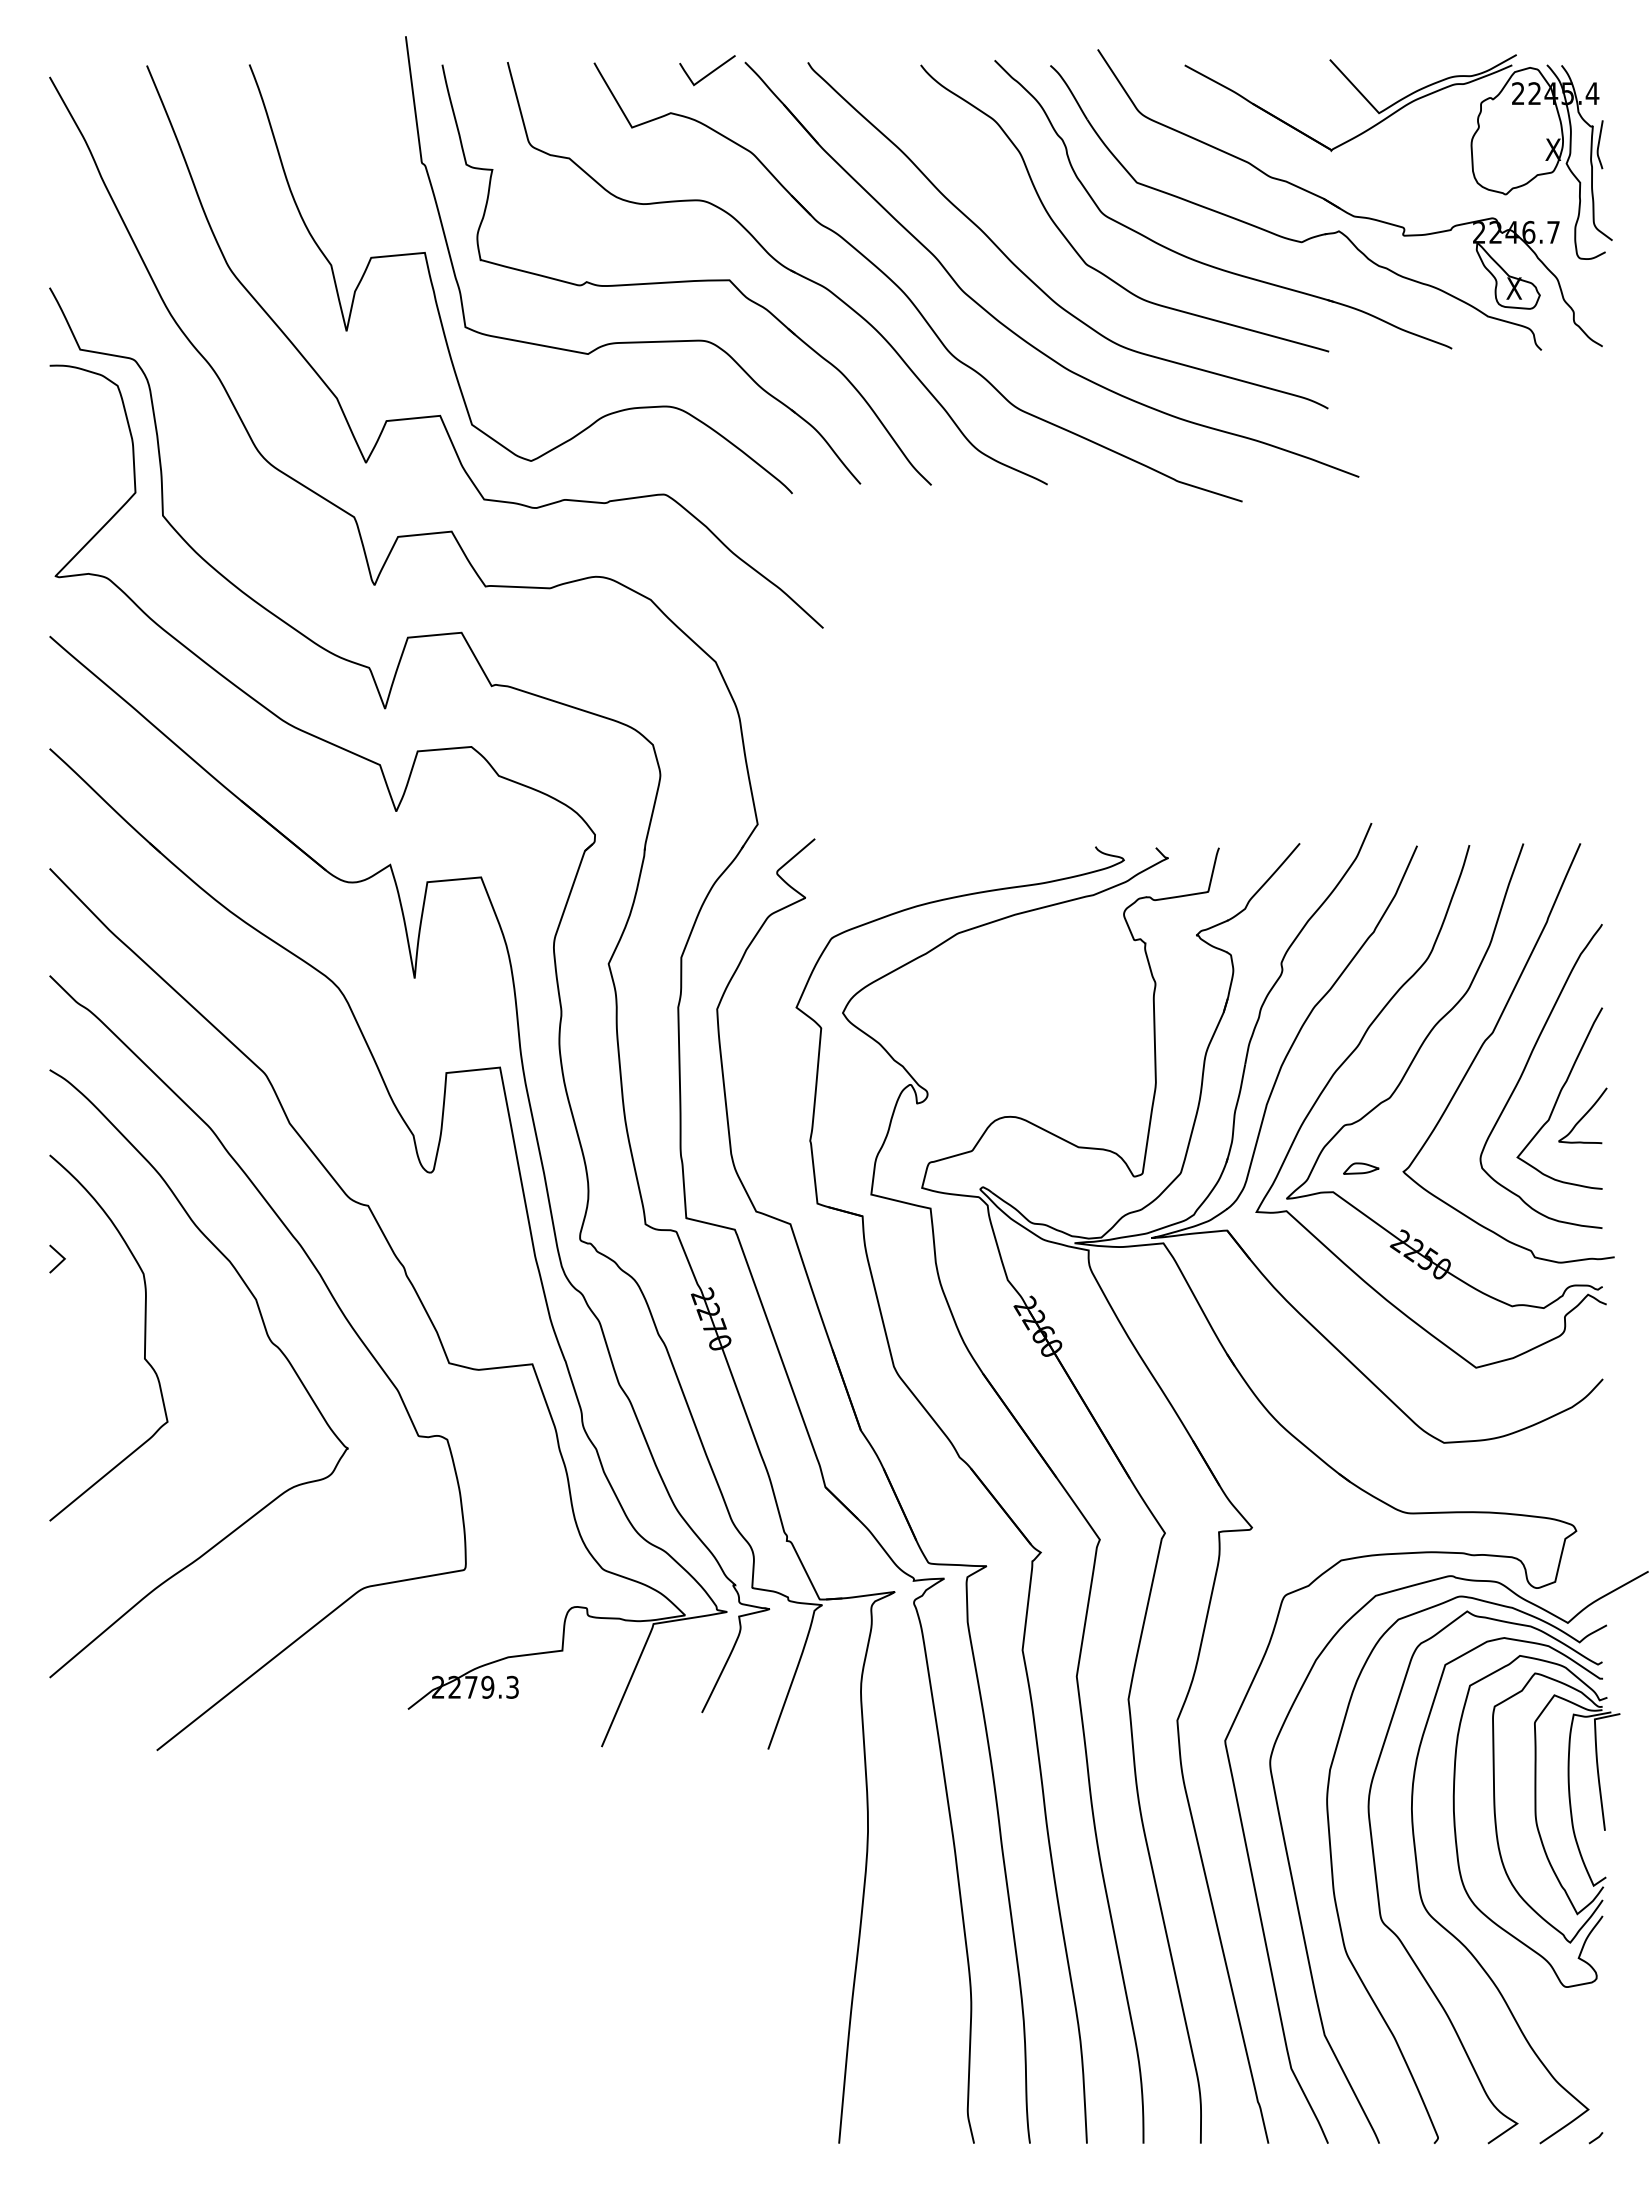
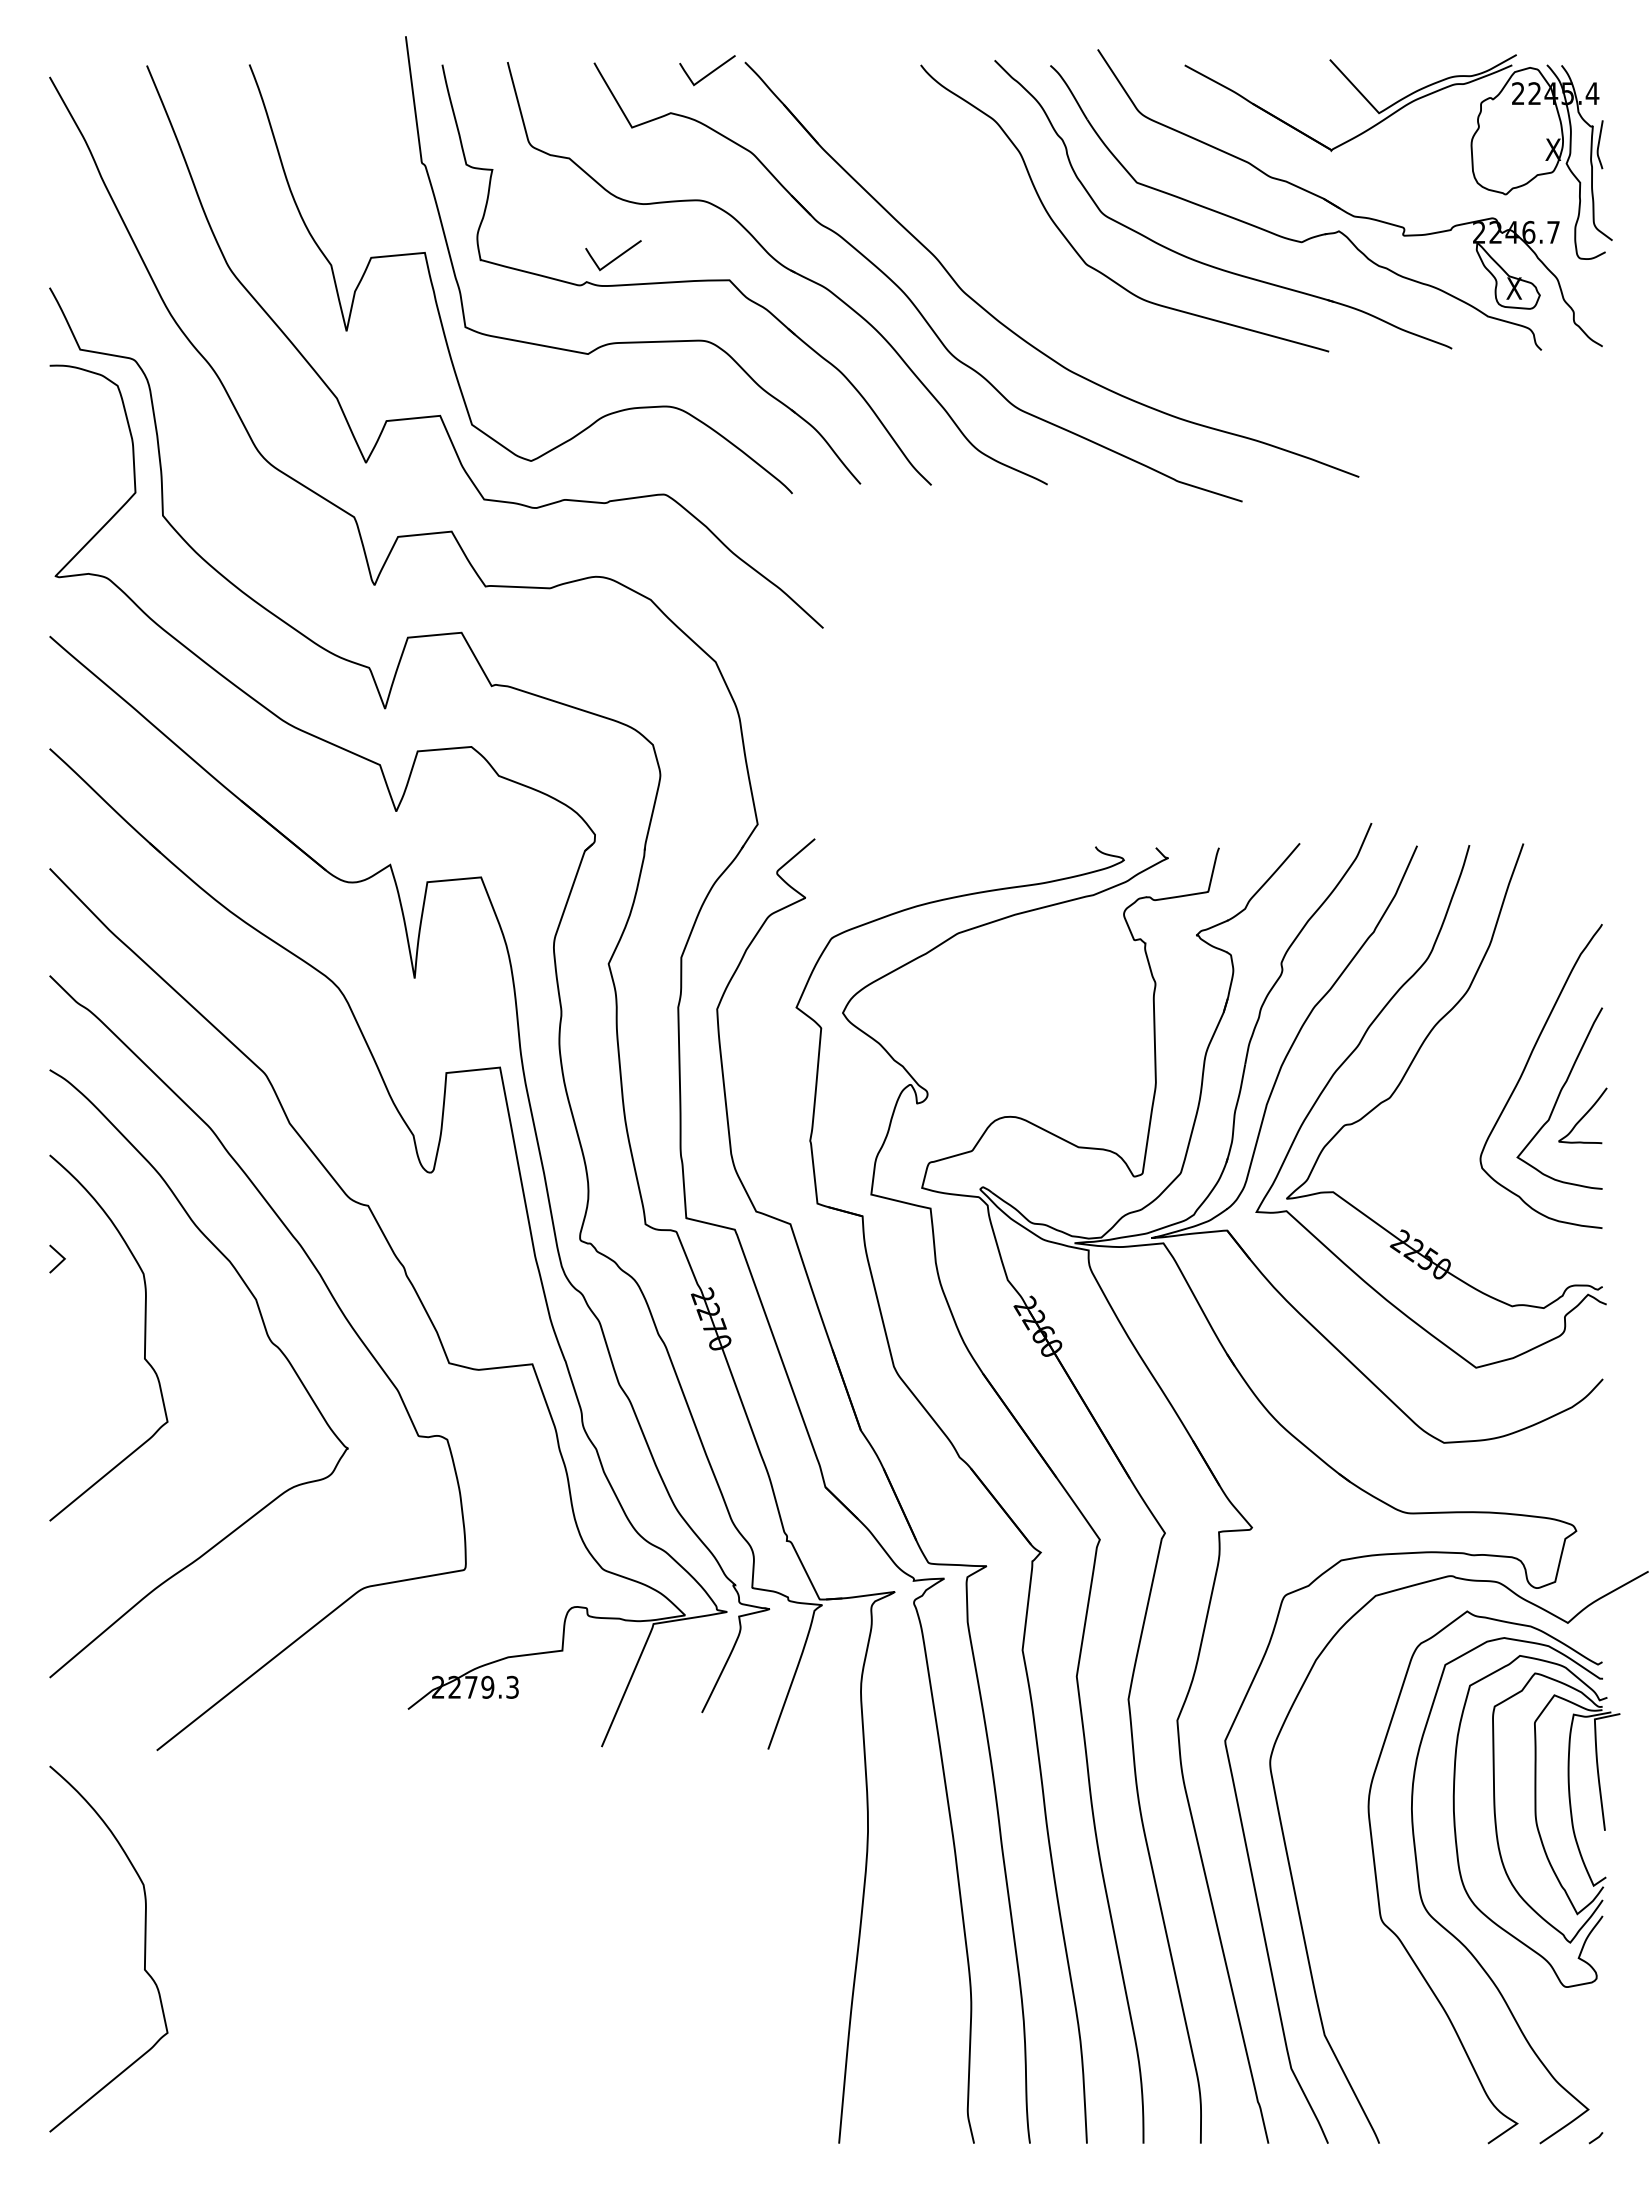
curve at (615, 257): none -> present
curve at (1027, 275): present -> none
curve at (1491, 1035): present -> none
part at (1361, 1168): present -> none
curve at (1334, 1885): present -> none
curve at (144, 1948): none -> present
